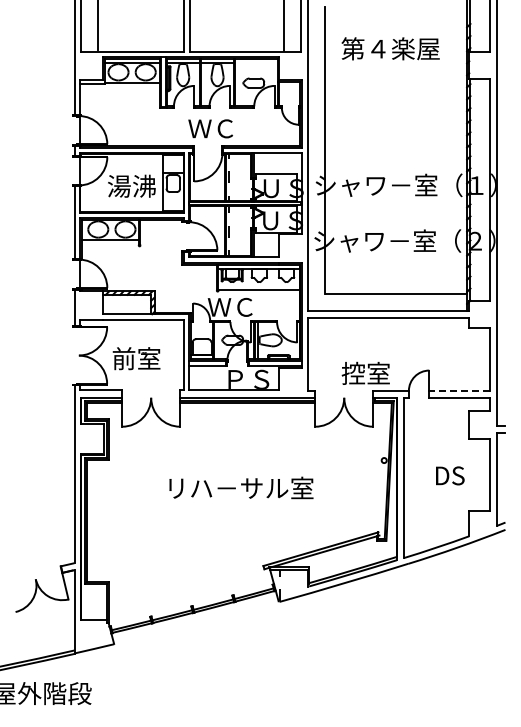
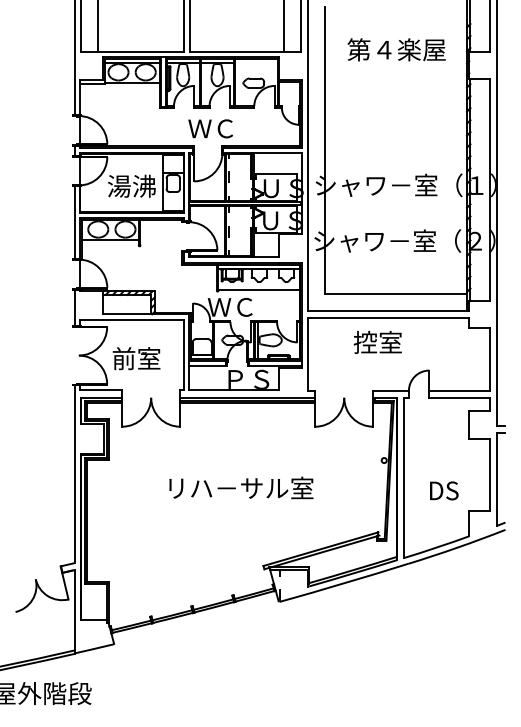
text at (390, 48) position: (390, 48) -> (396, 49)
text at (365, 372) position: (365, 372) -> (377, 341)
line at (459, 390): dashed -> solid
text at (450, 475) position: (450, 475) -> (444, 490)
